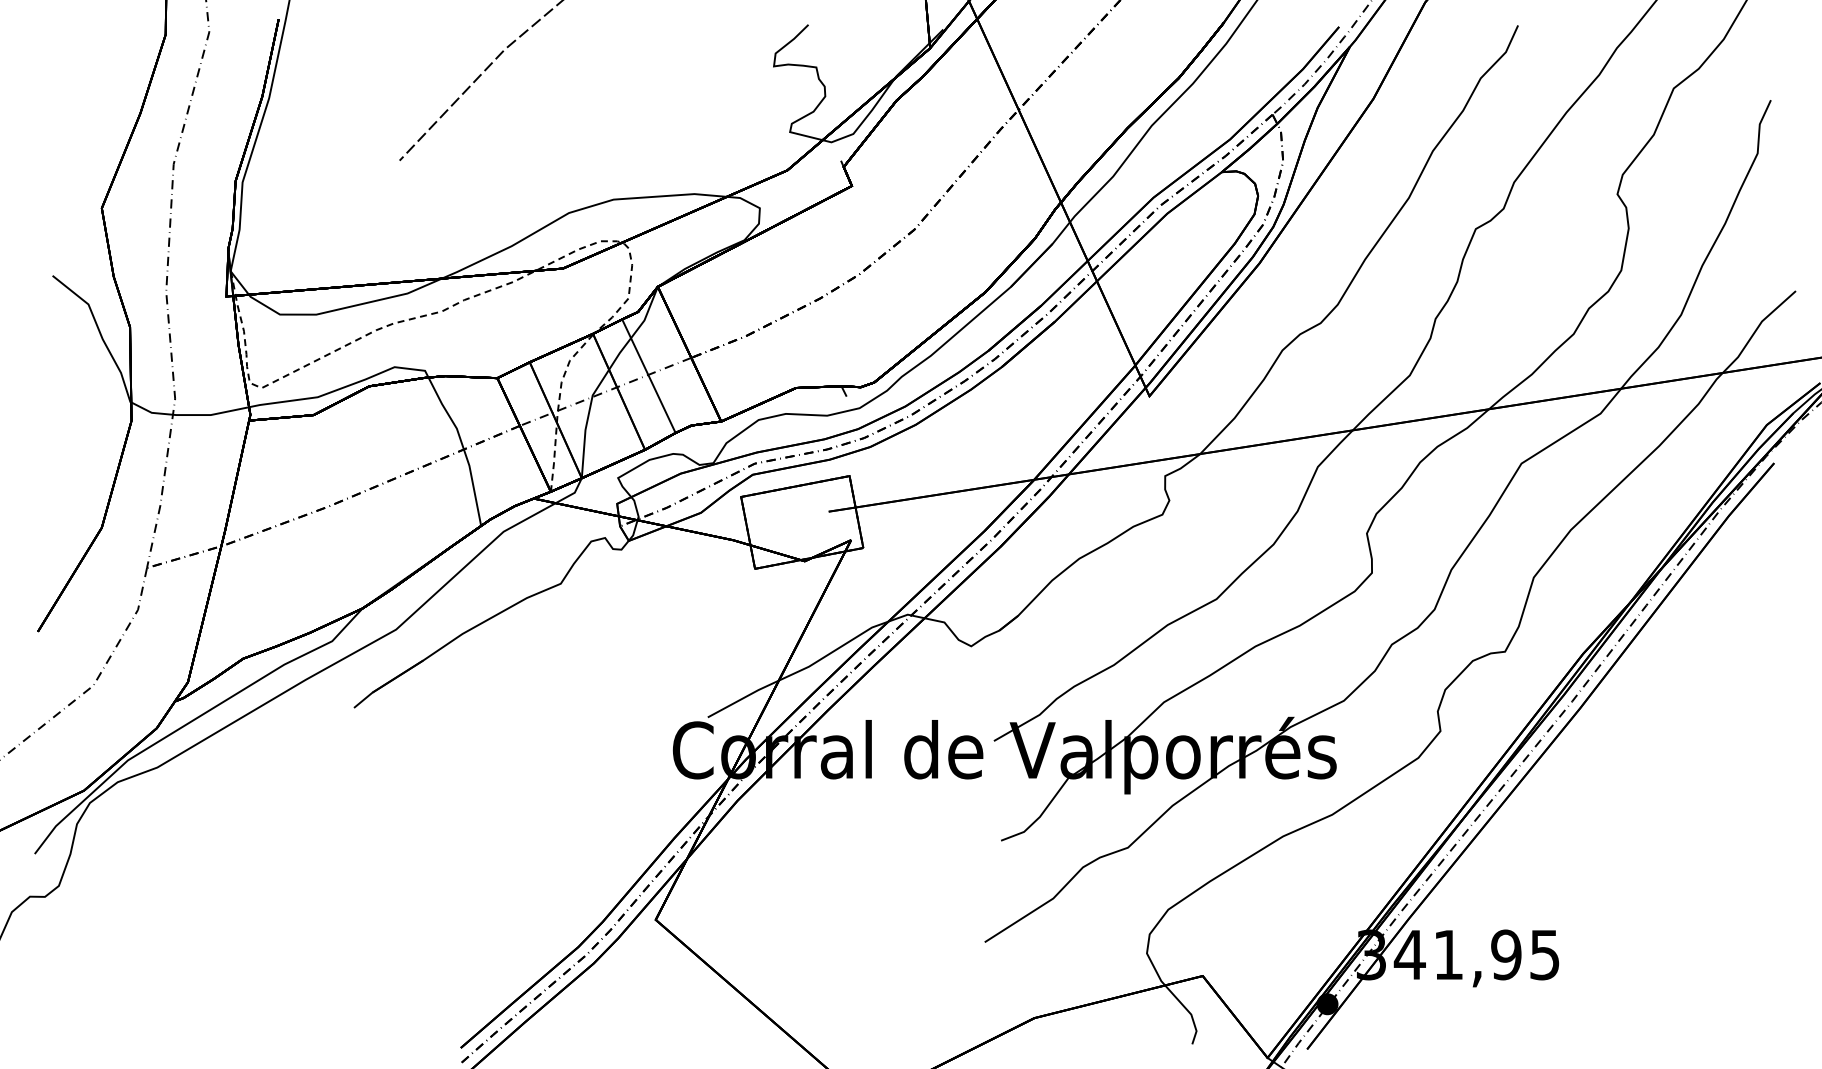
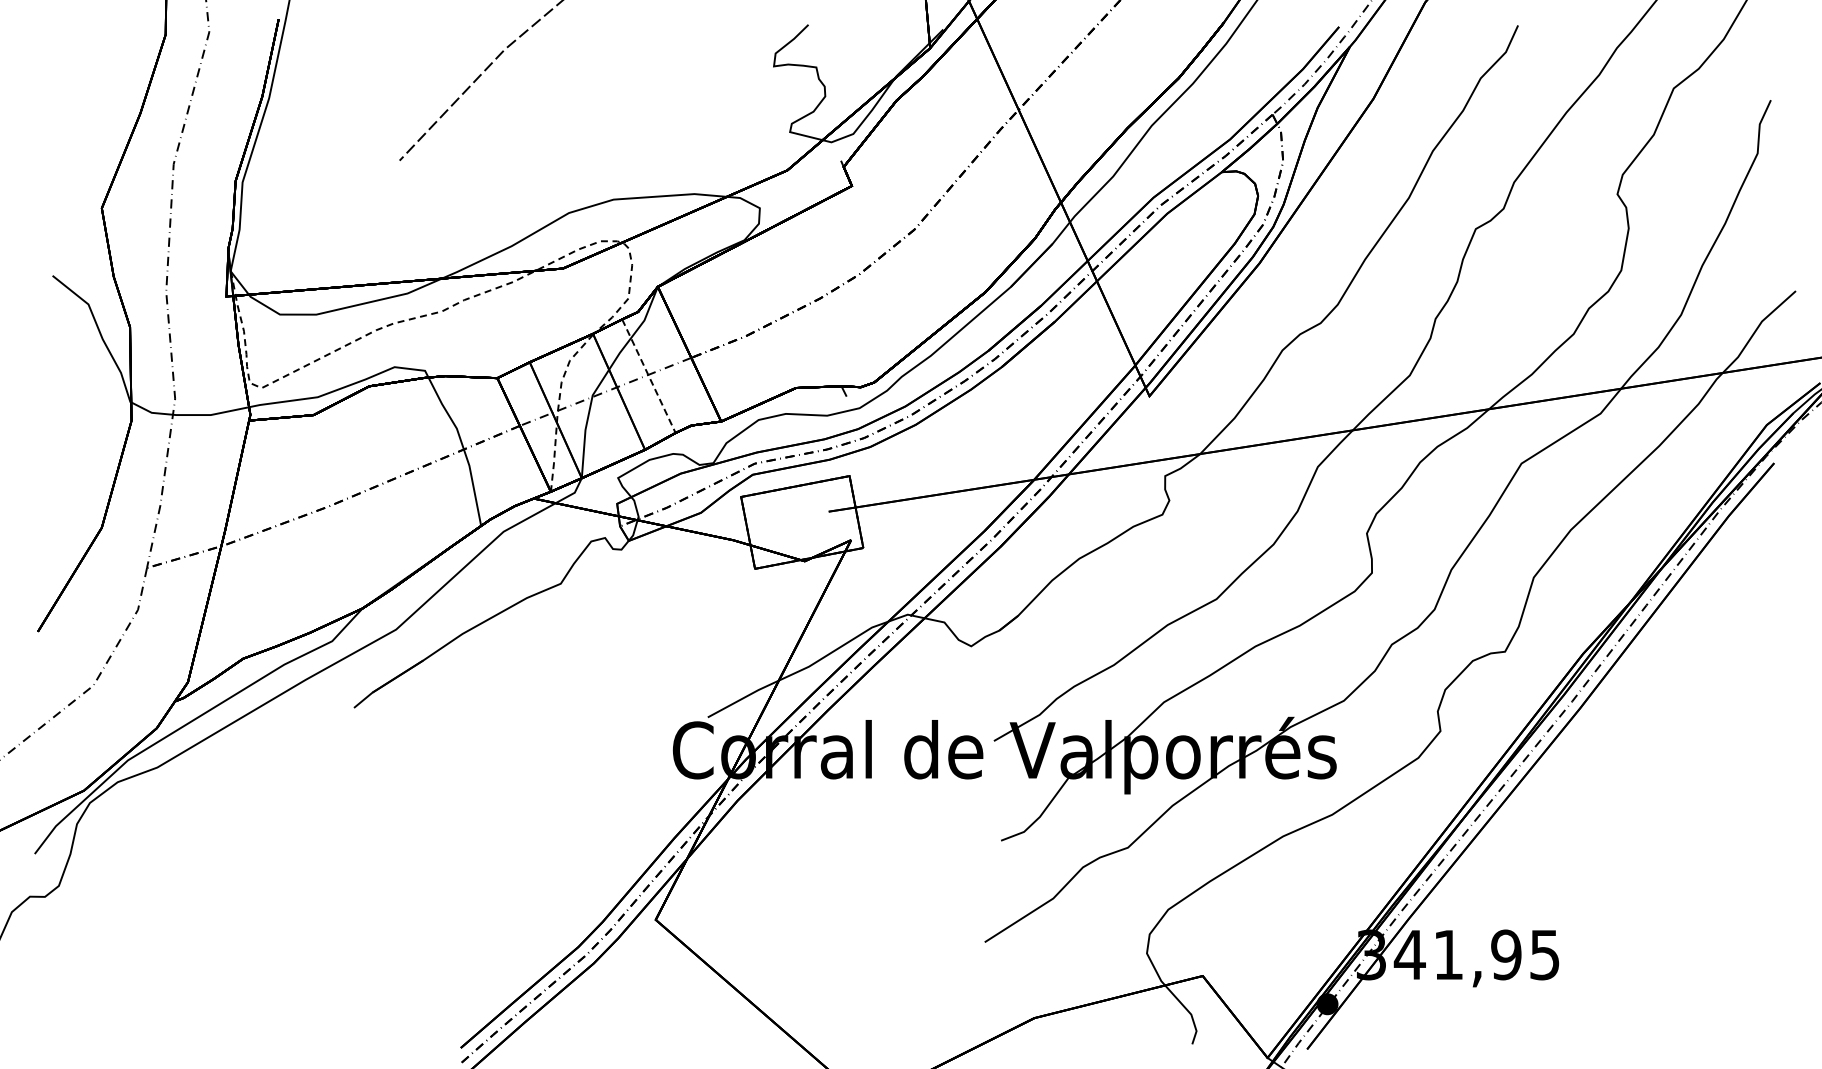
line at (648, 376): solid -> dashed
